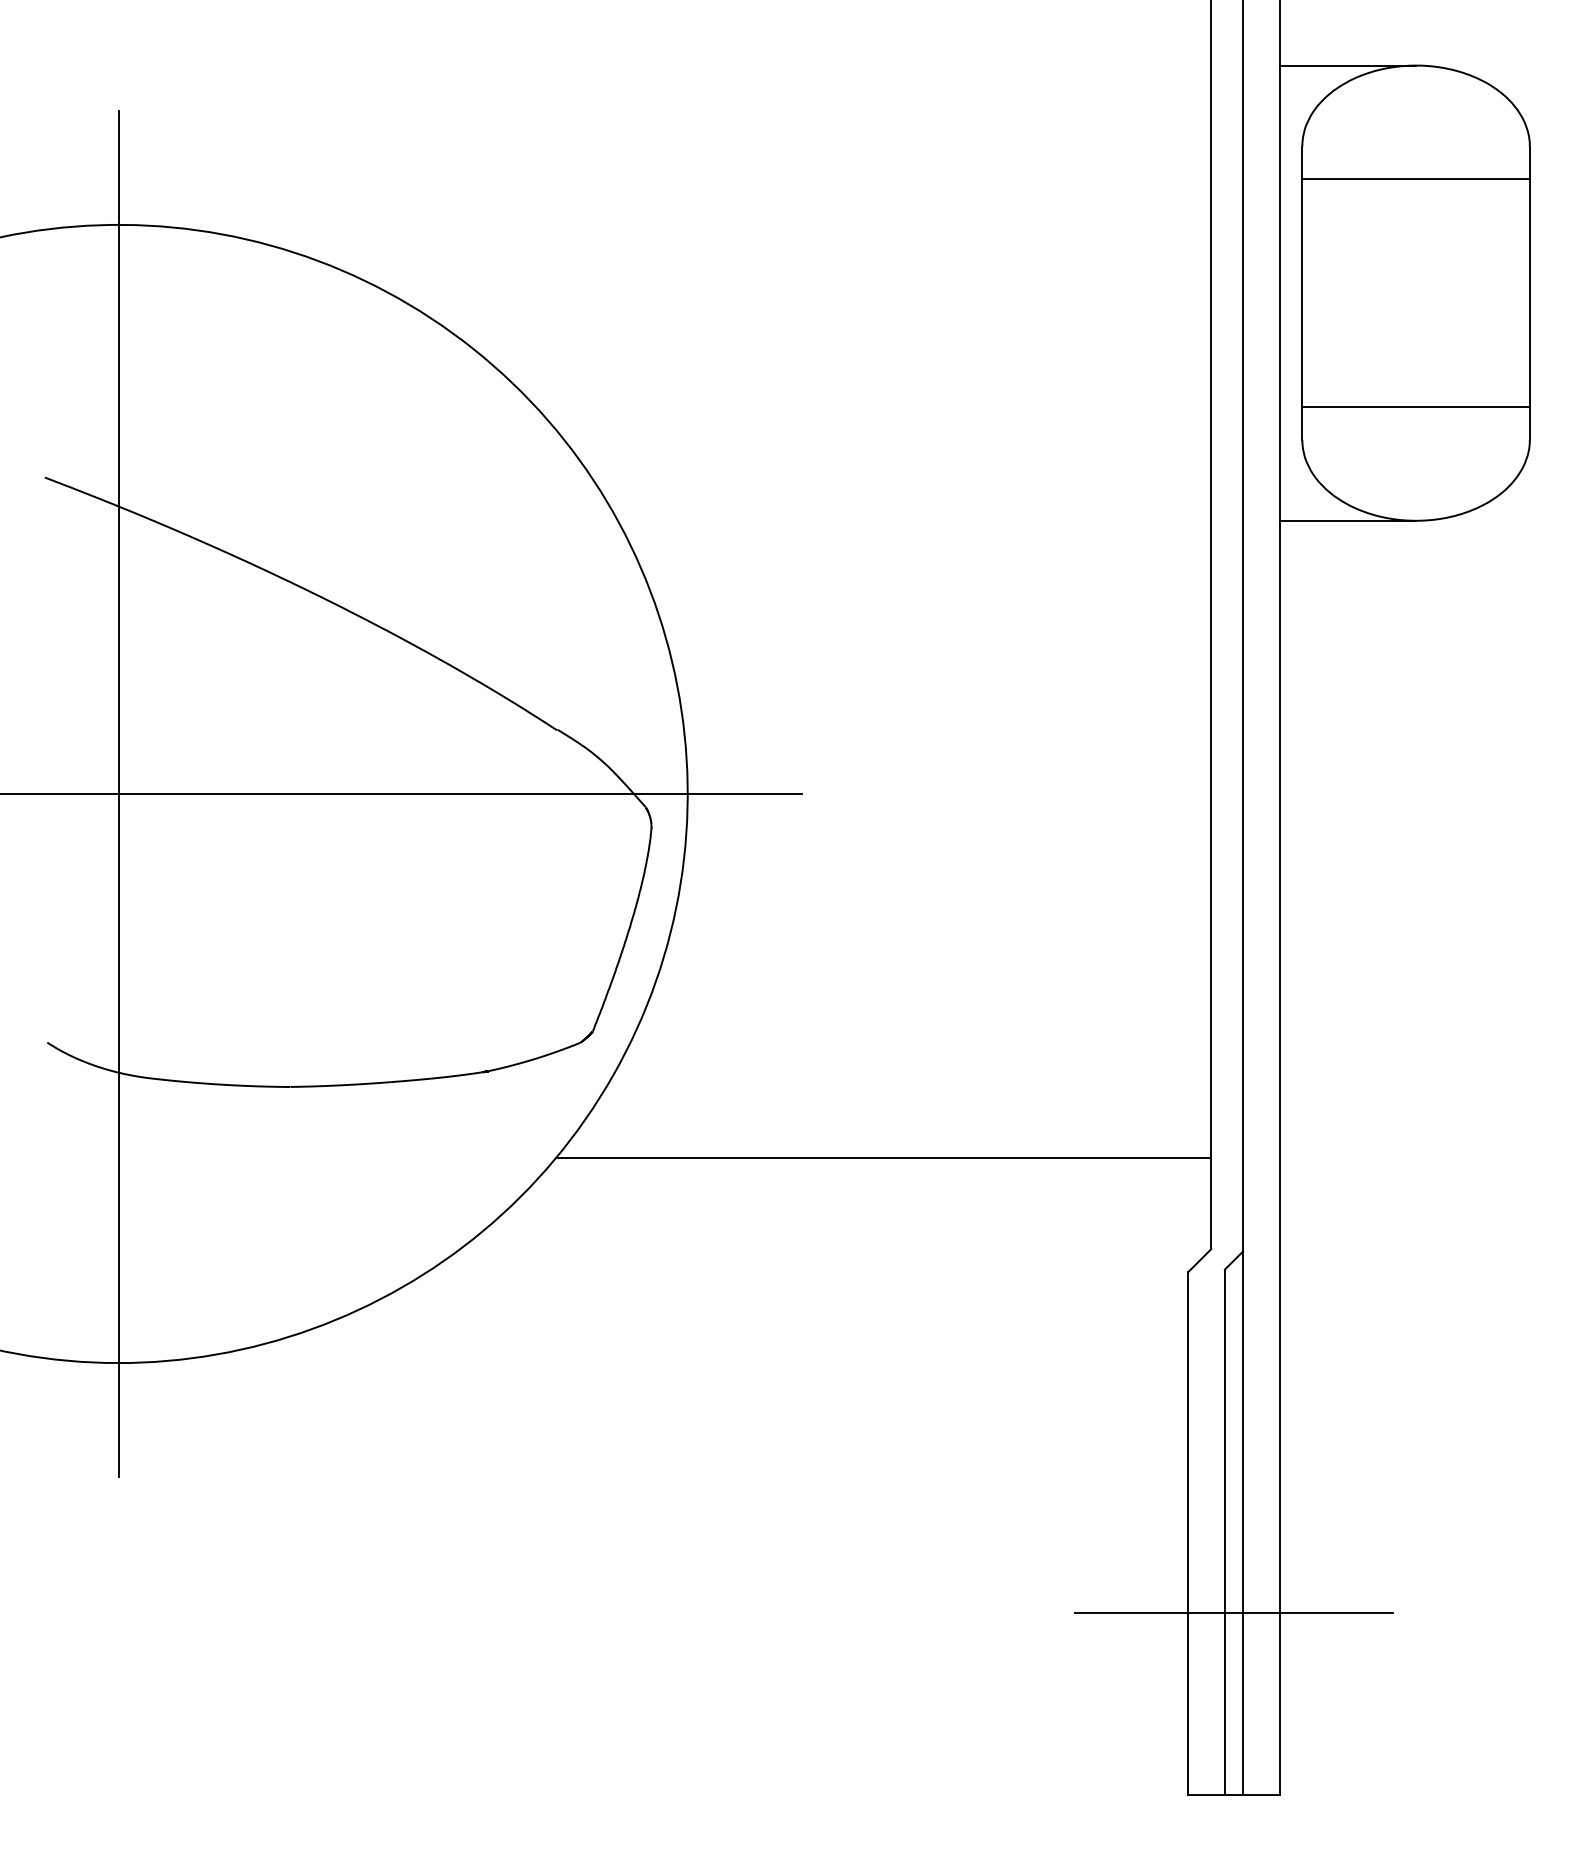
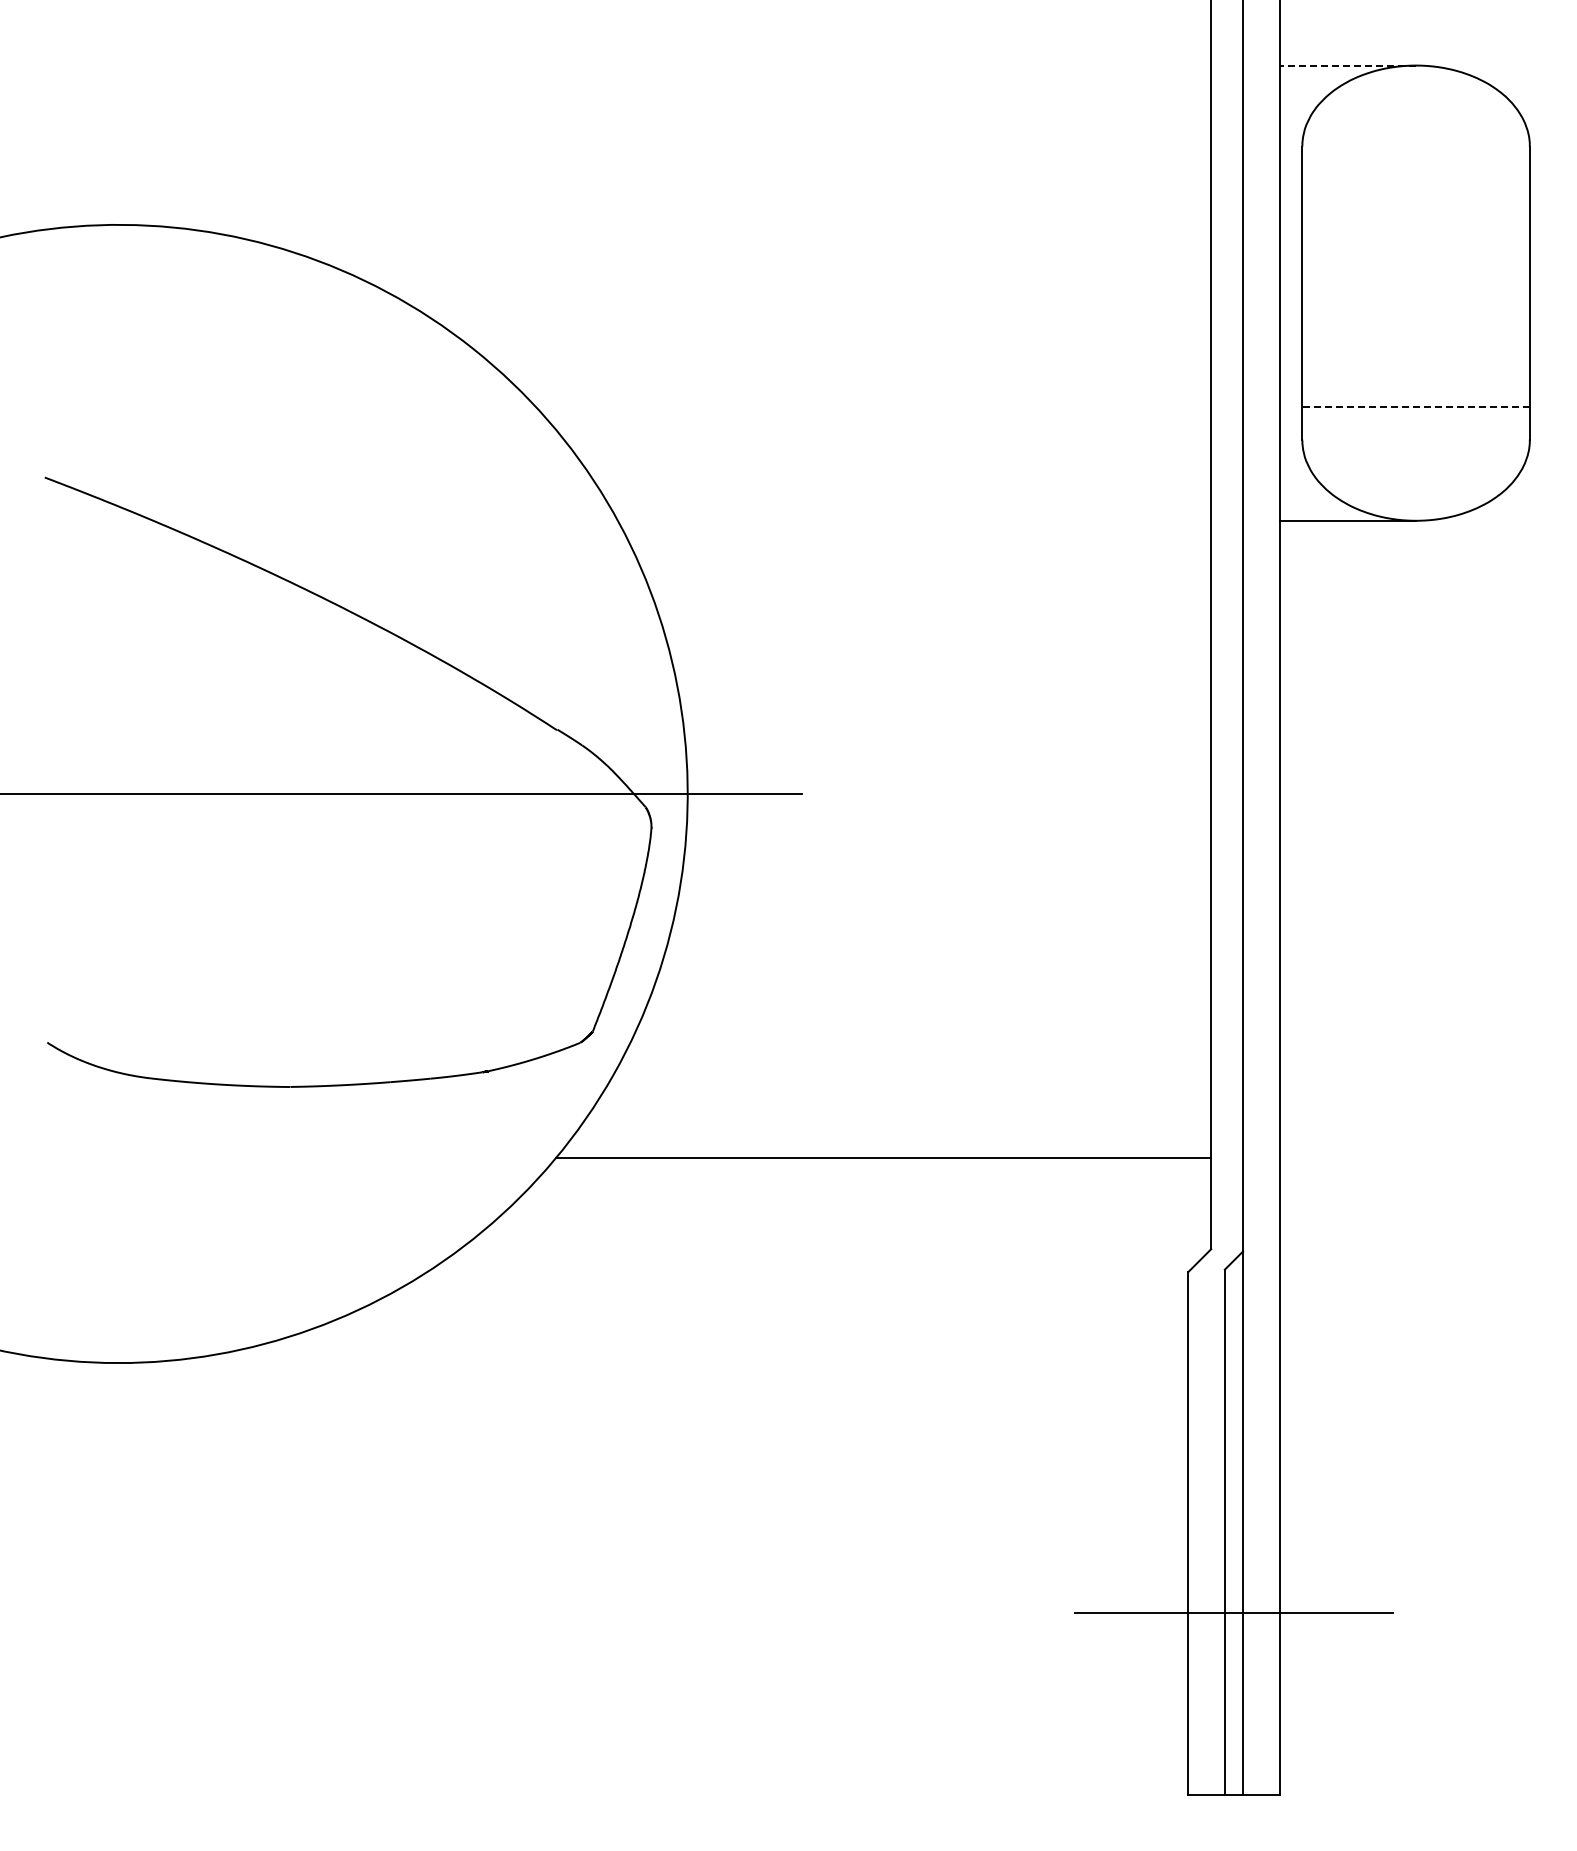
line at (1347, 65): solid -> dashed
line at (1415, 179): present -> none
line at (1416, 406): solid -> dashed
line at (118, 793): present -> none
